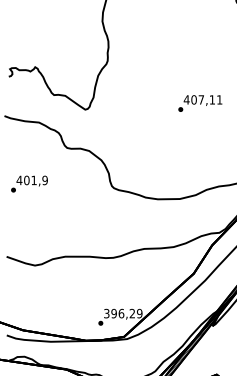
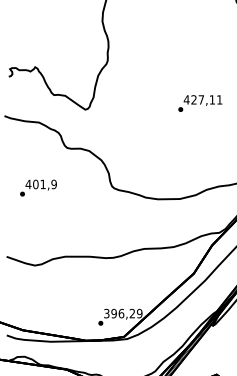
text at (193, 99): 407,11 -> 427,11
text at (29, 183) position: (29, 183) -> (38, 187)
